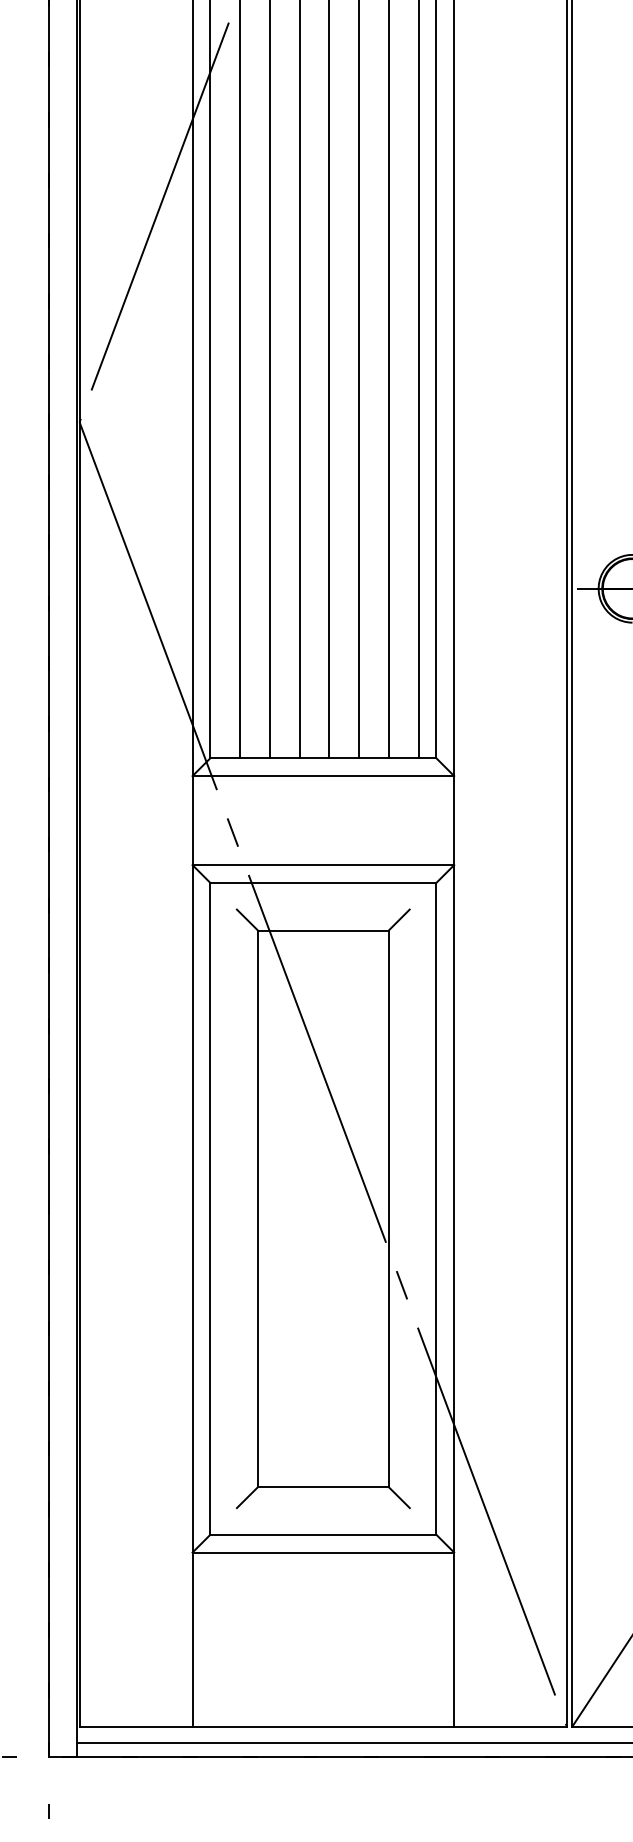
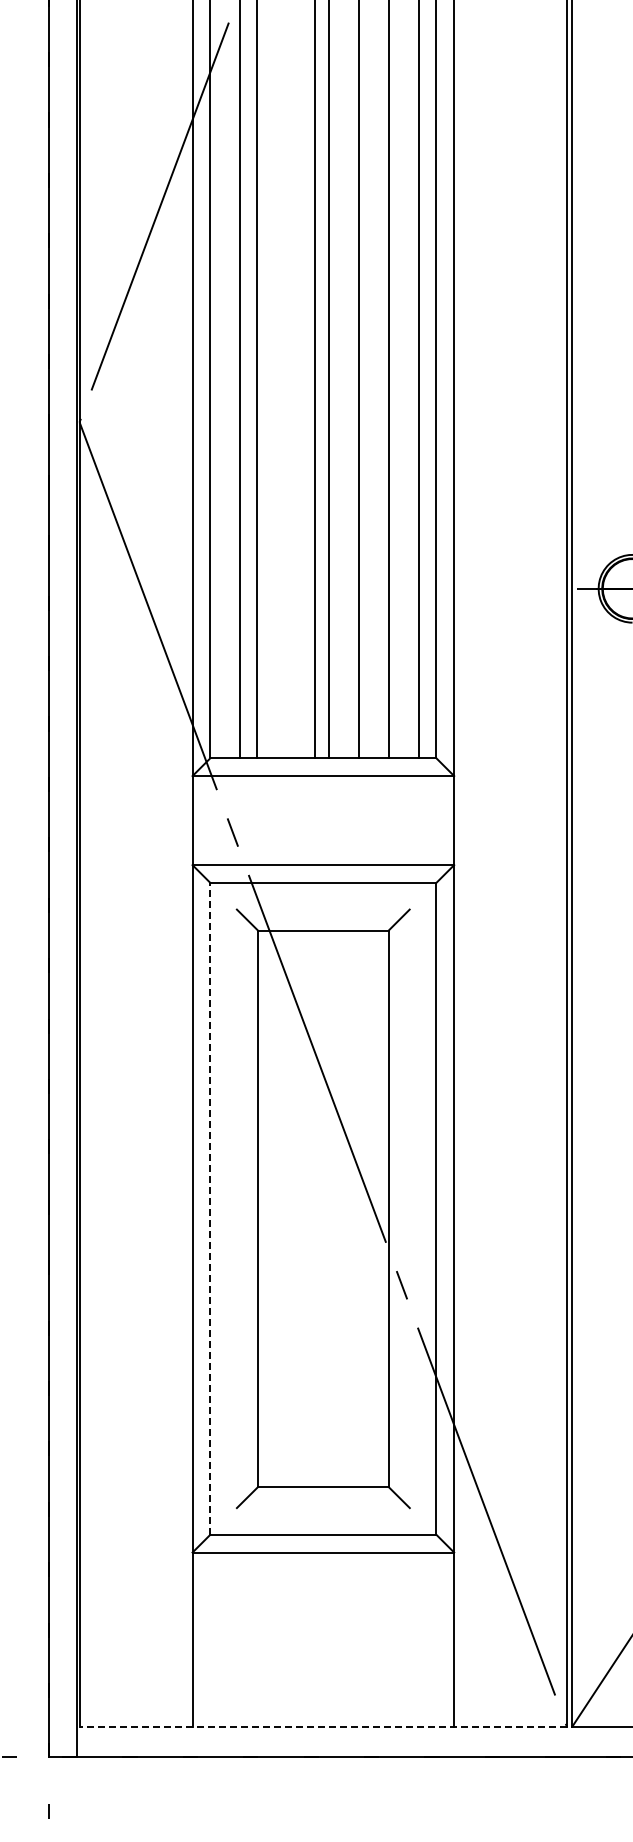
line at (269, 380) position: (269, 380) -> (256, 380)
line at (299, 380) position: (299, 380) -> (314, 380)
line at (210, 1208): solid -> dashed
line at (323, 1727): solid -> dashed
line at (353, 1742): present -> none
